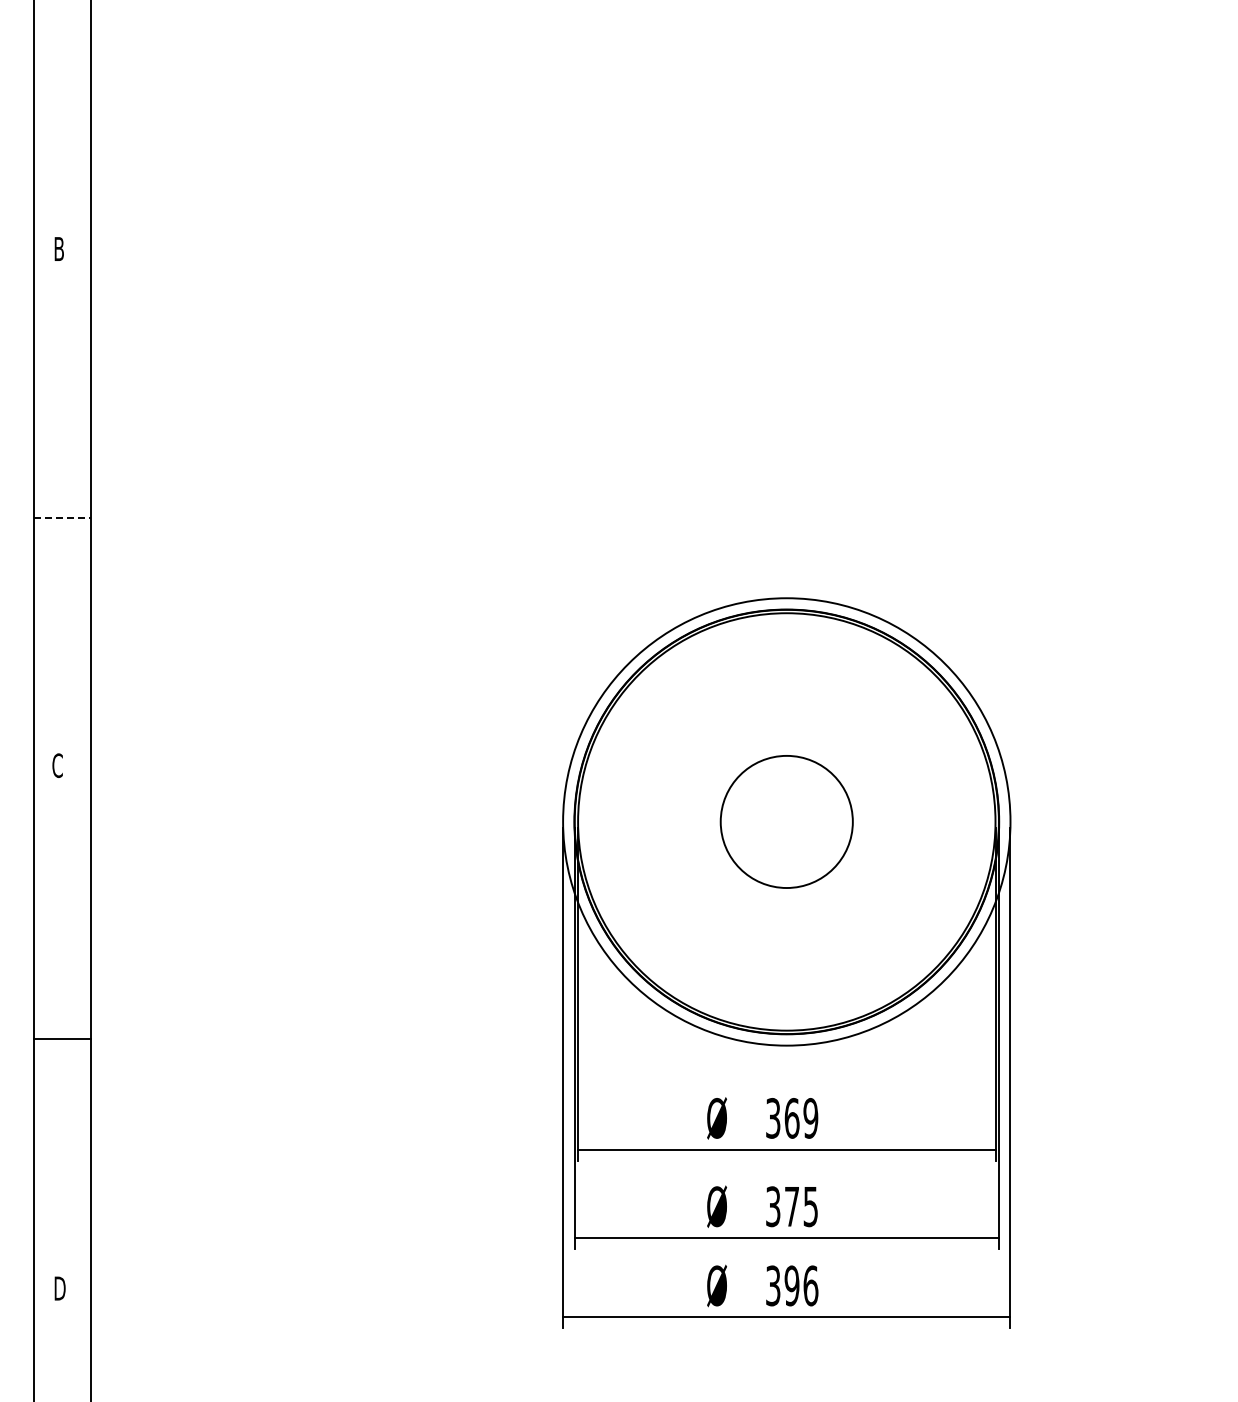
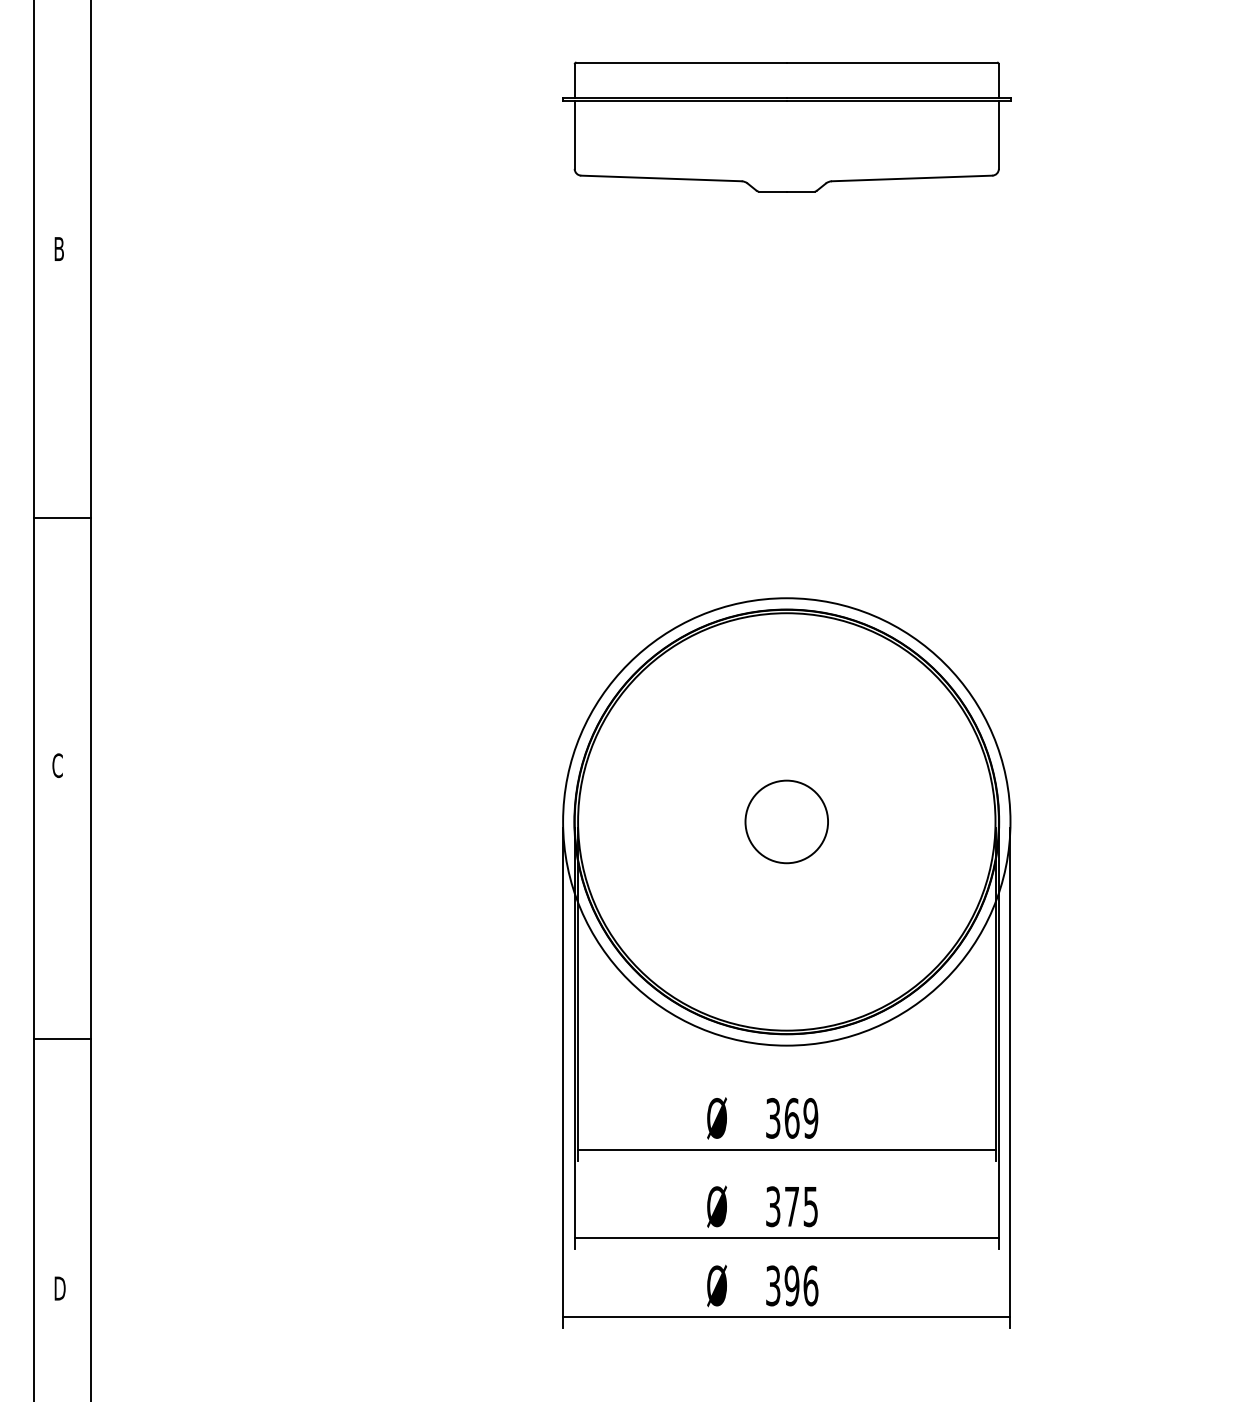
part at (786, 126): none -> present
line at (63, 518): dashed -> solid
circle at (786, 821) diameter: 132 px -> 83 px
